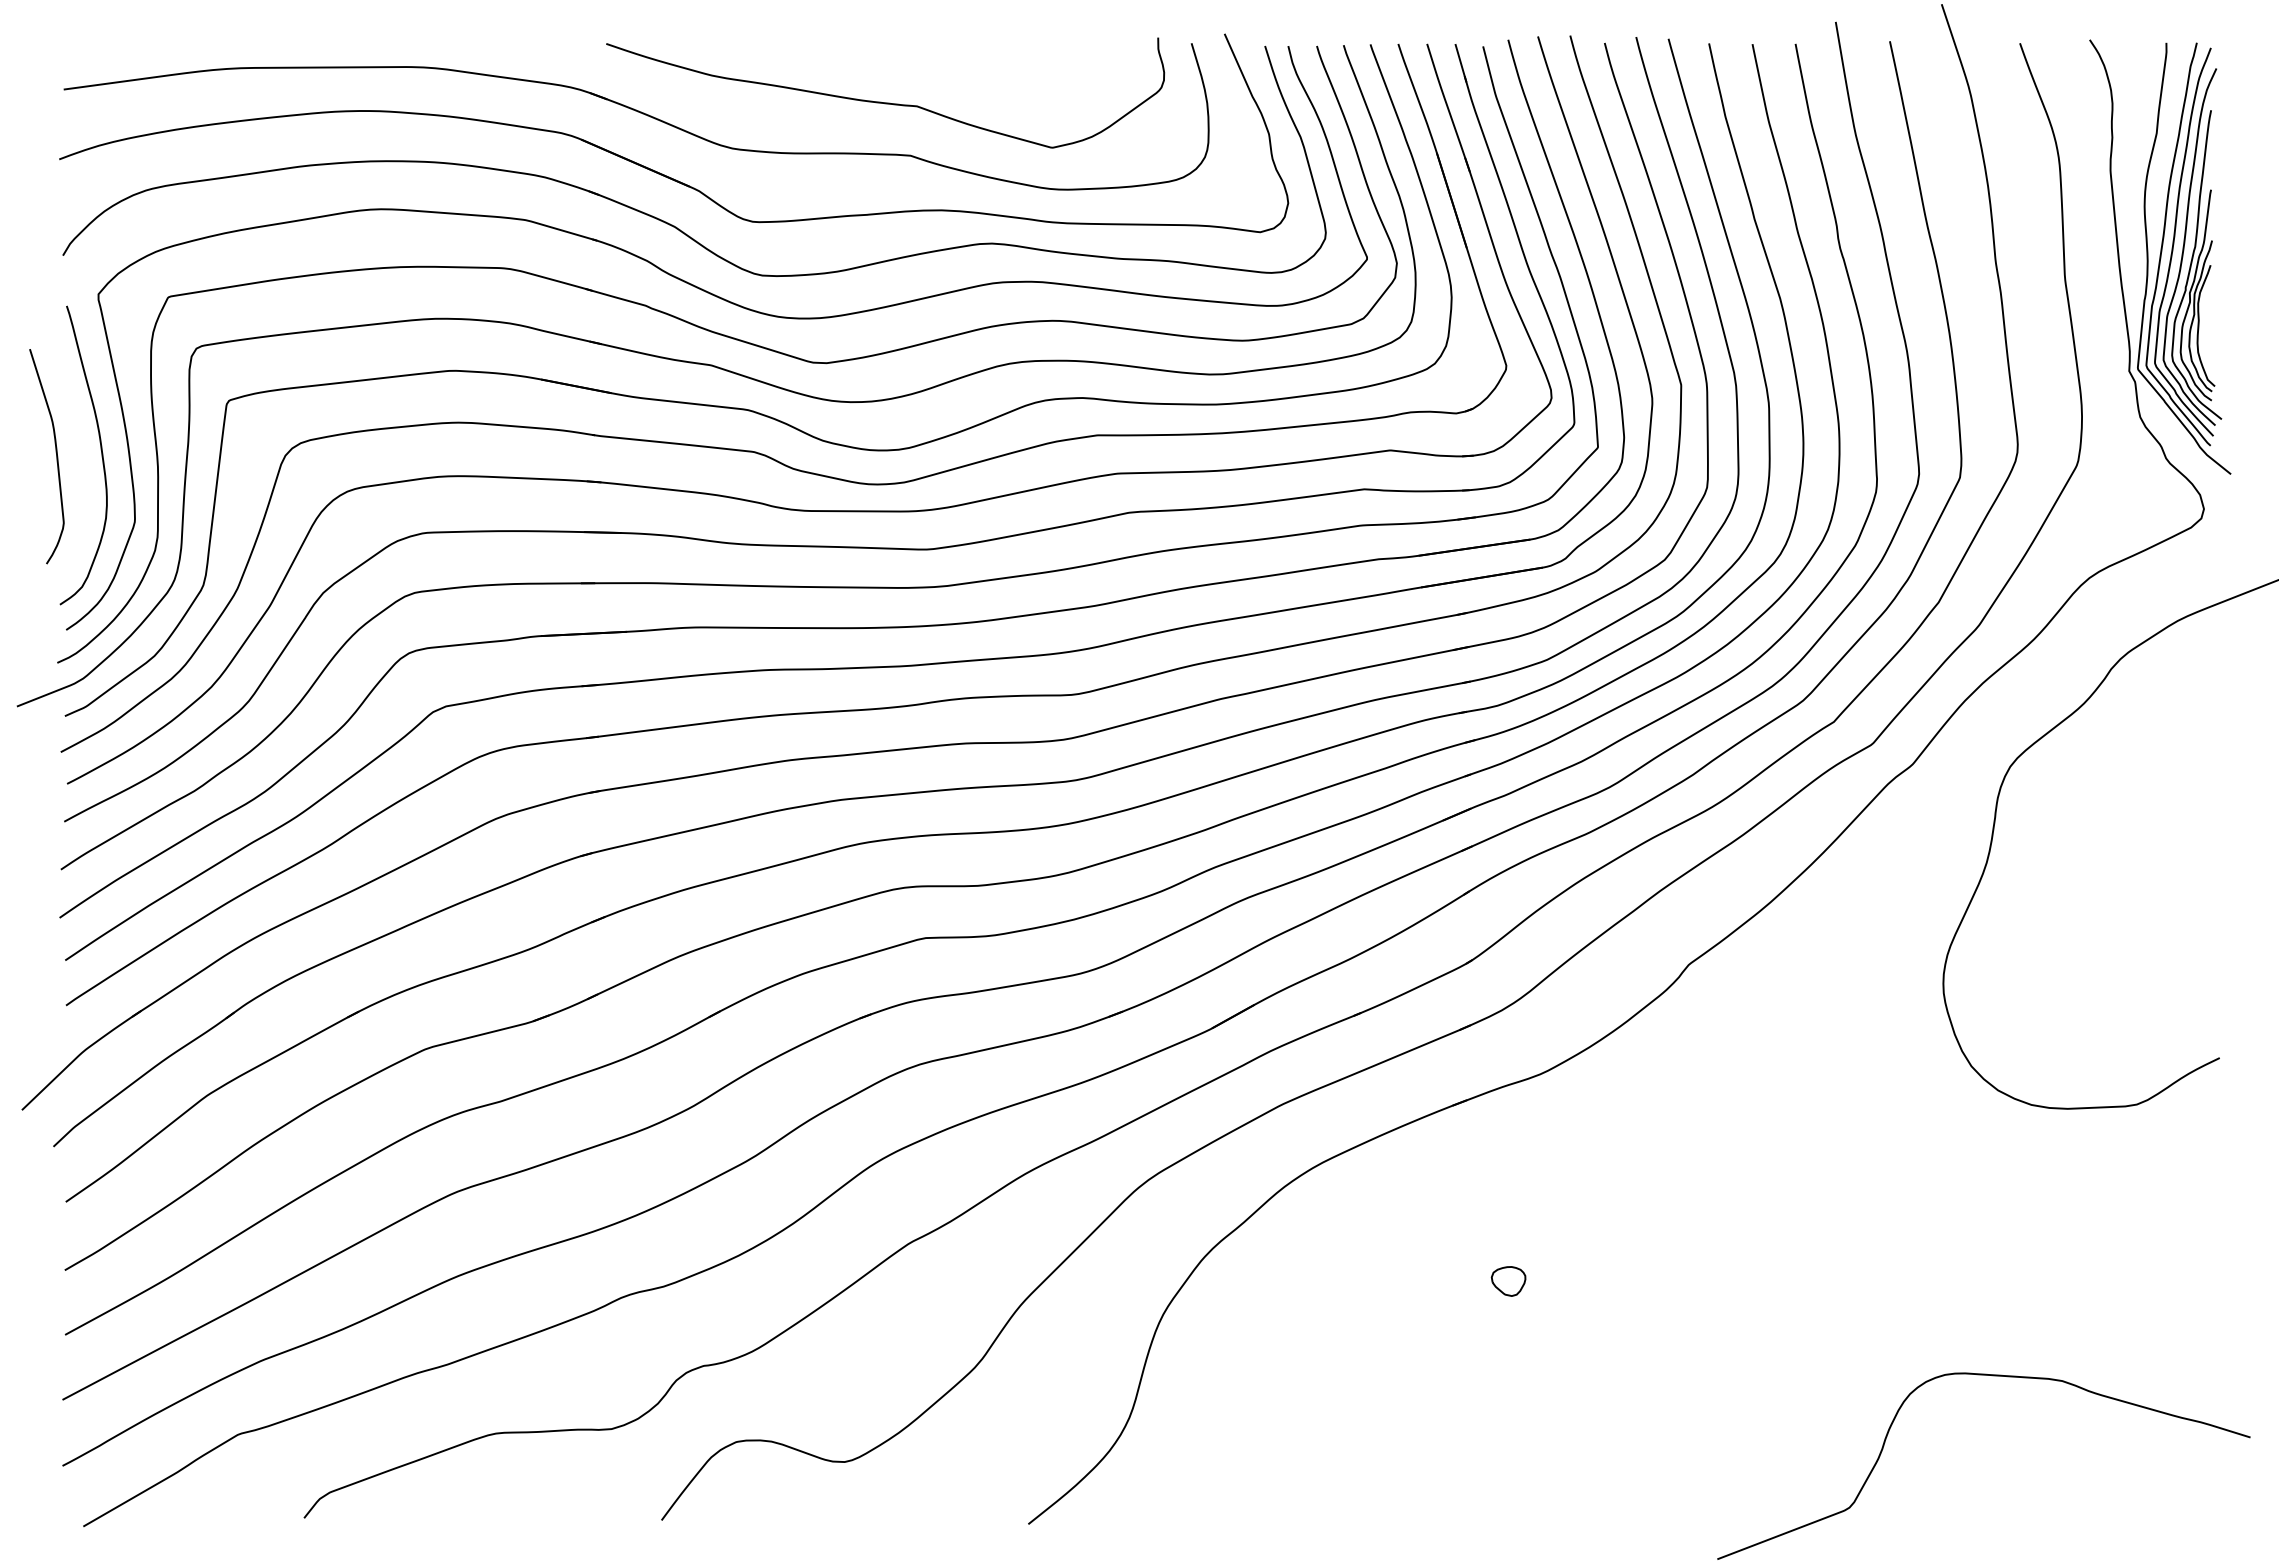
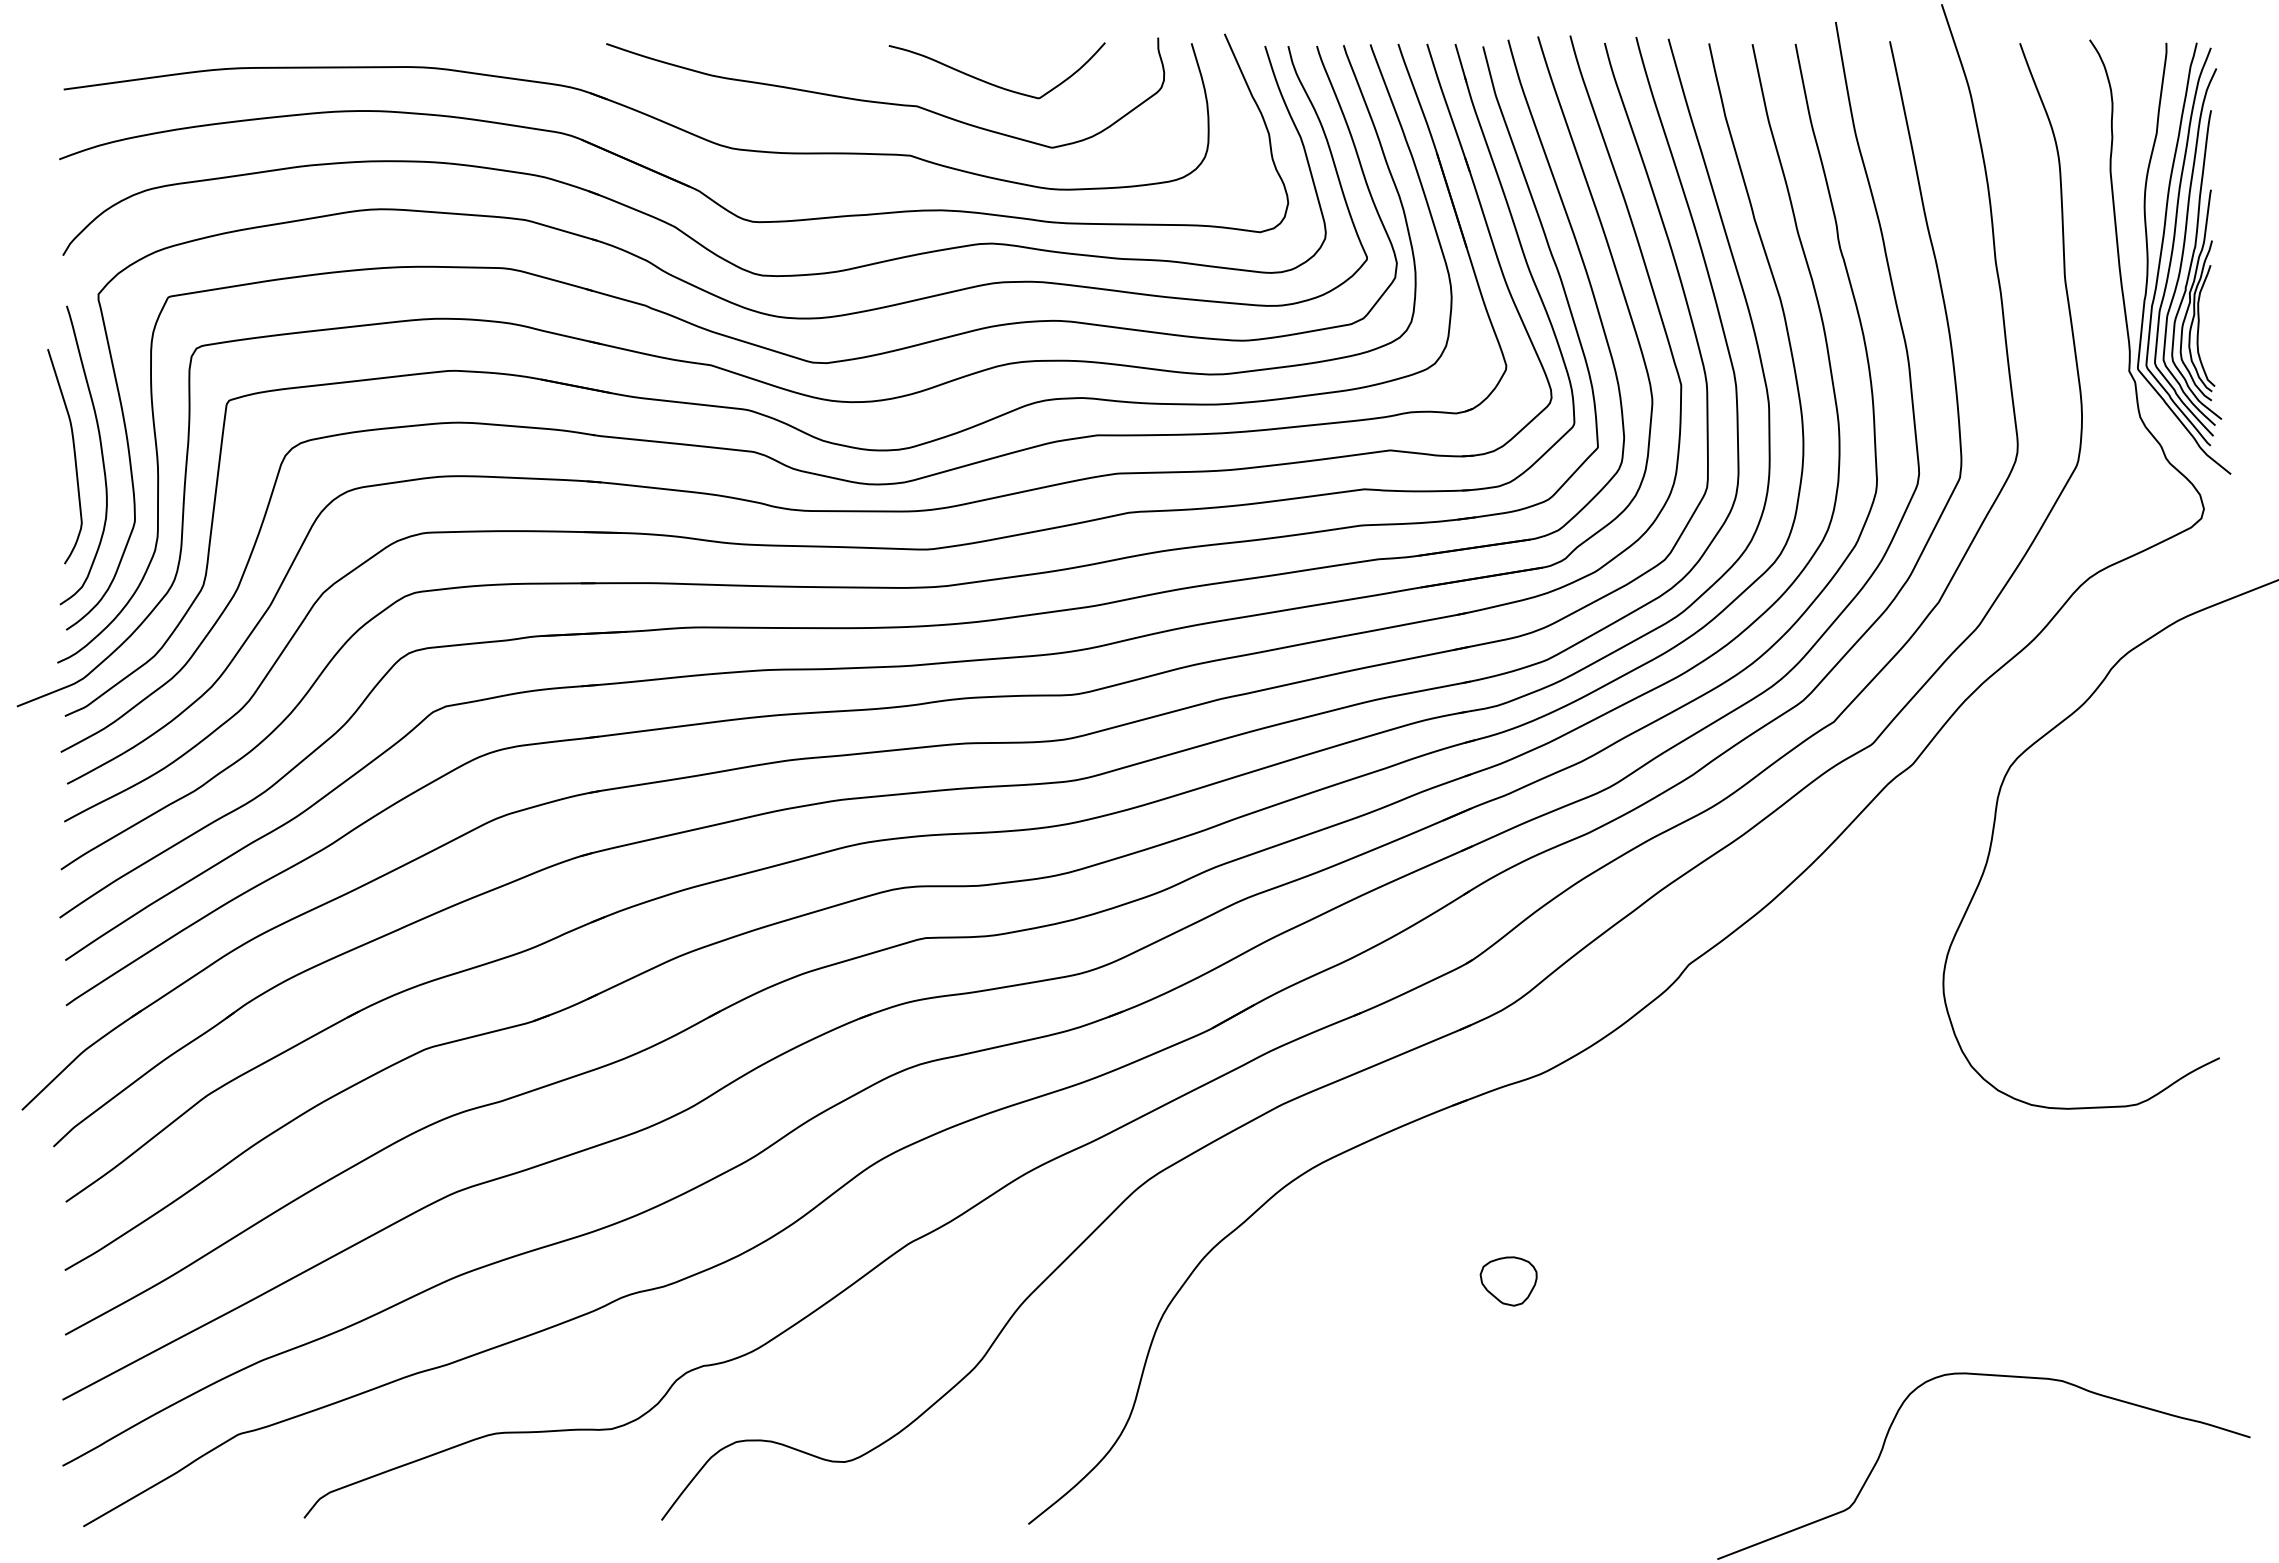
curve at (992, 83): none -> present
curve at (55, 452) position: (55, 452) -> (73, 452)
part at (1508, 1281) size: 37x31 px -> 59x51 px
